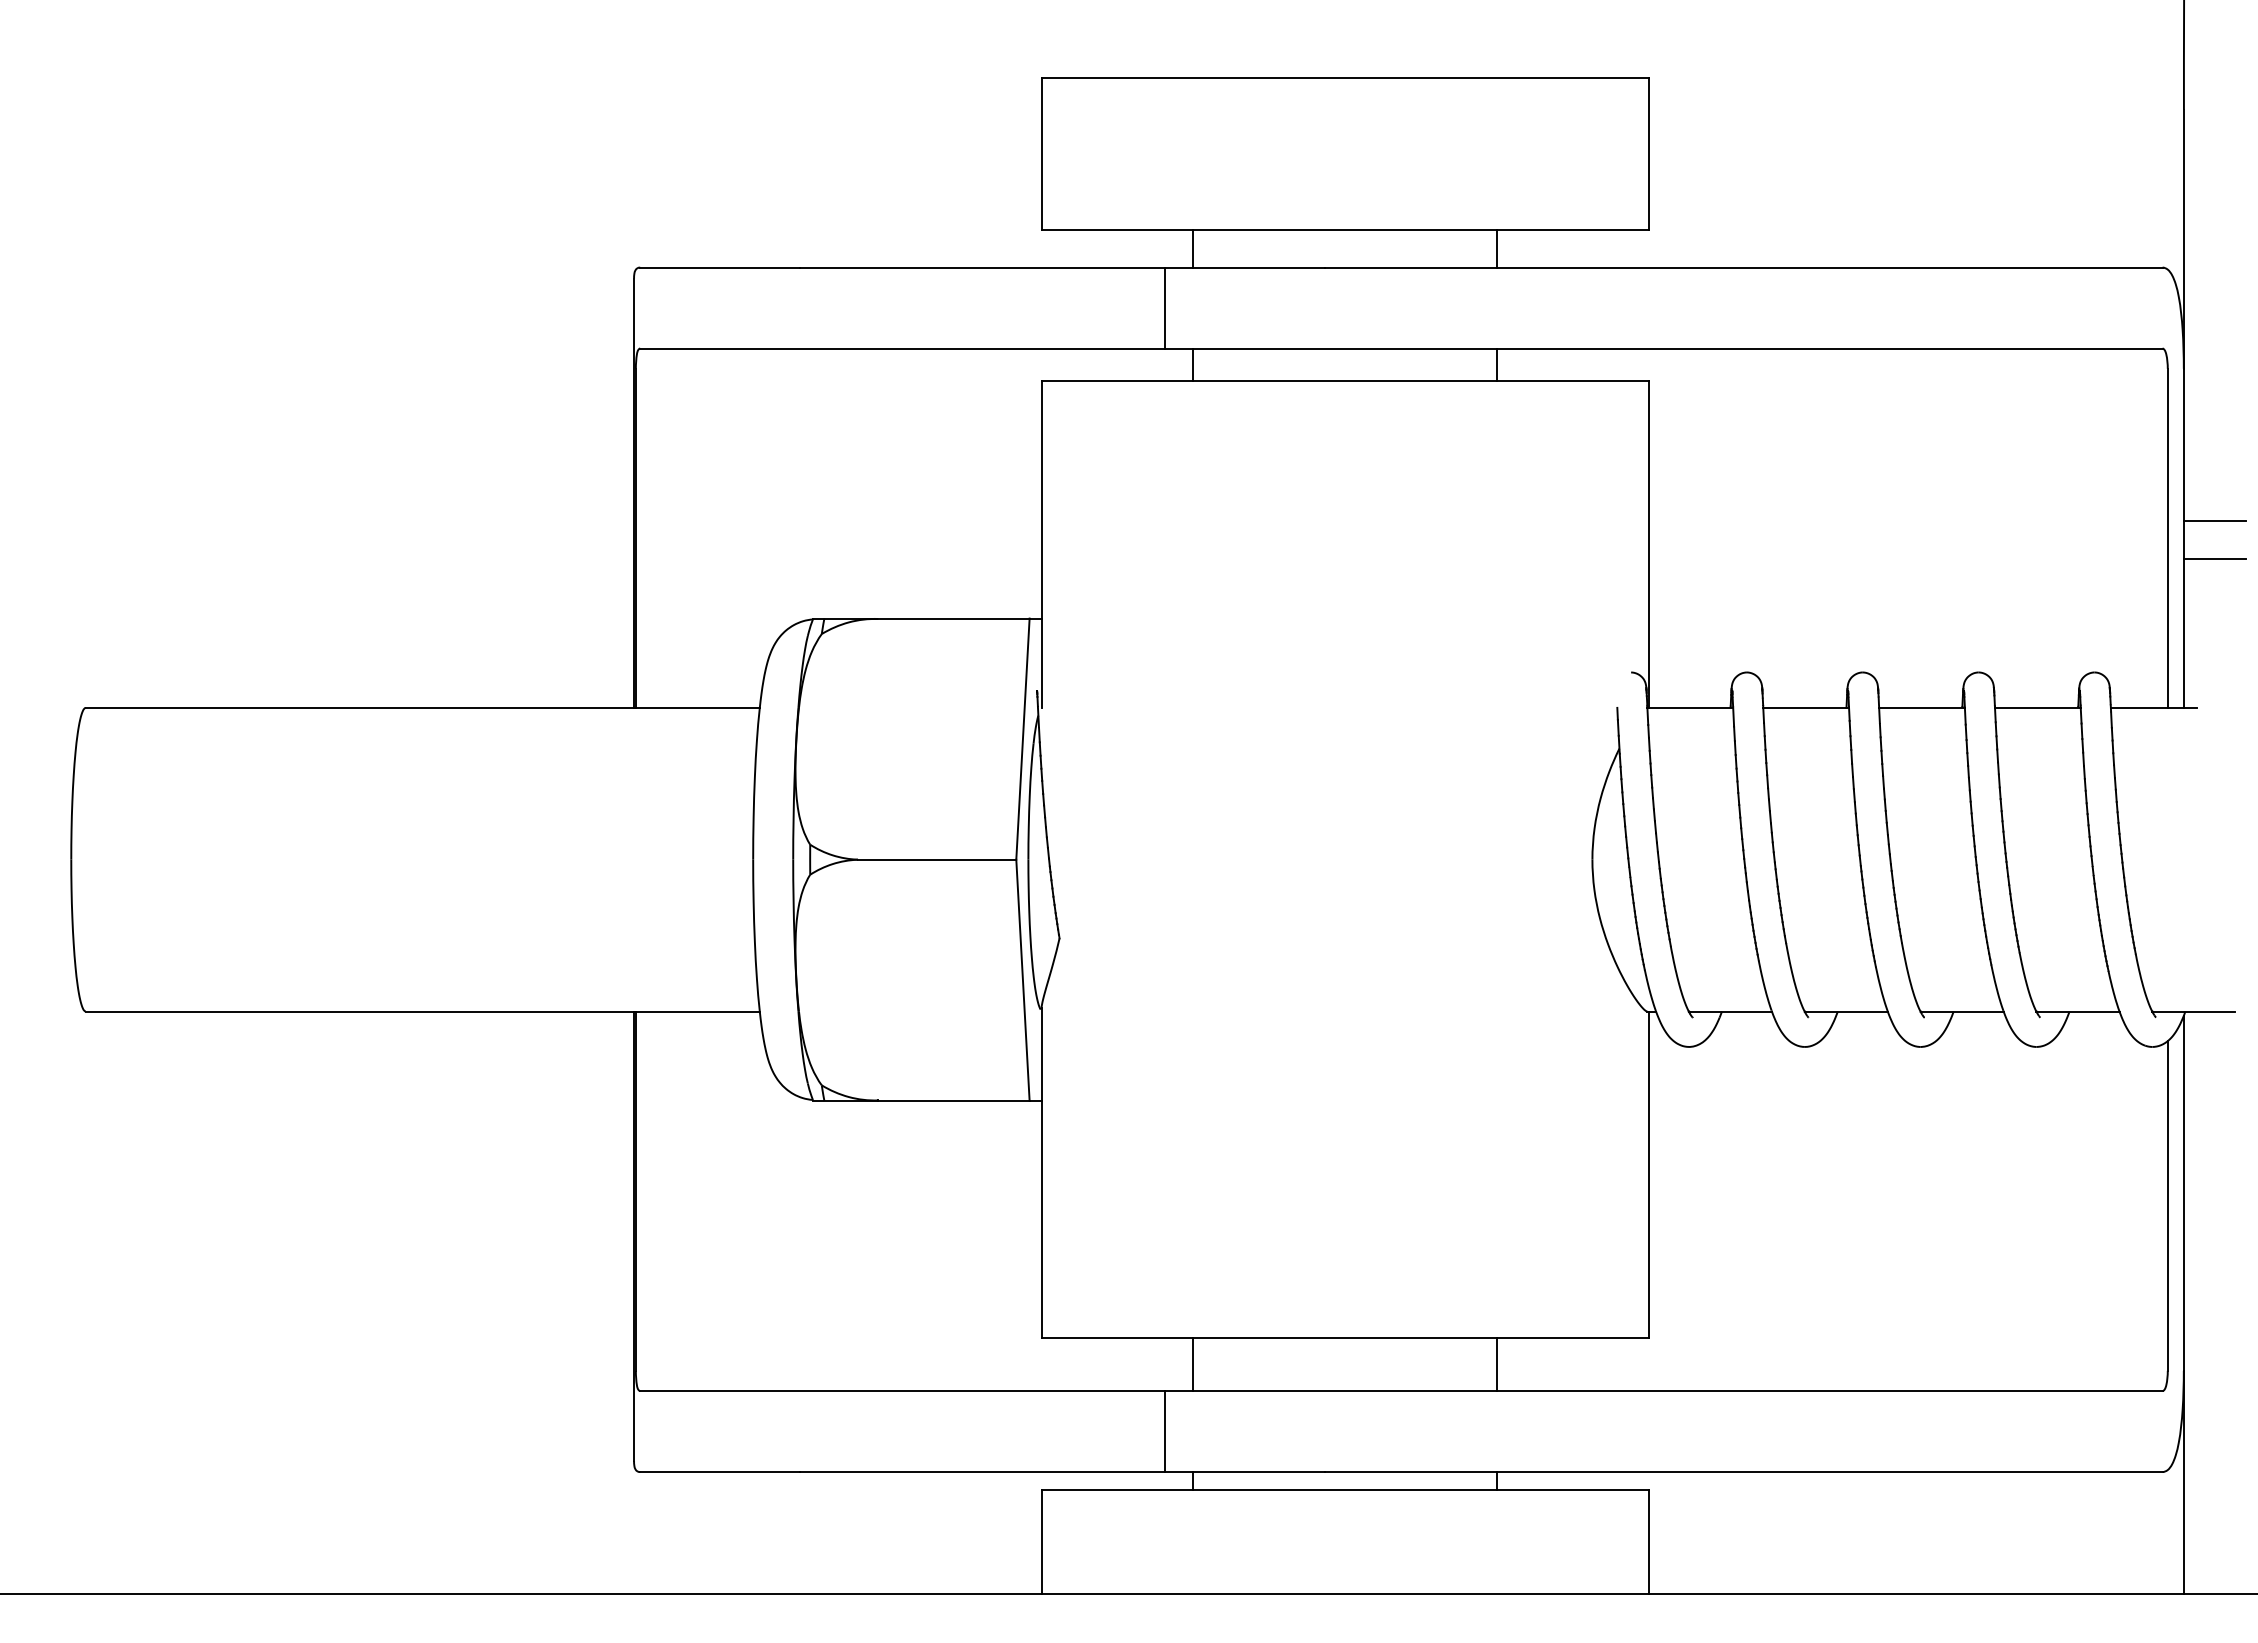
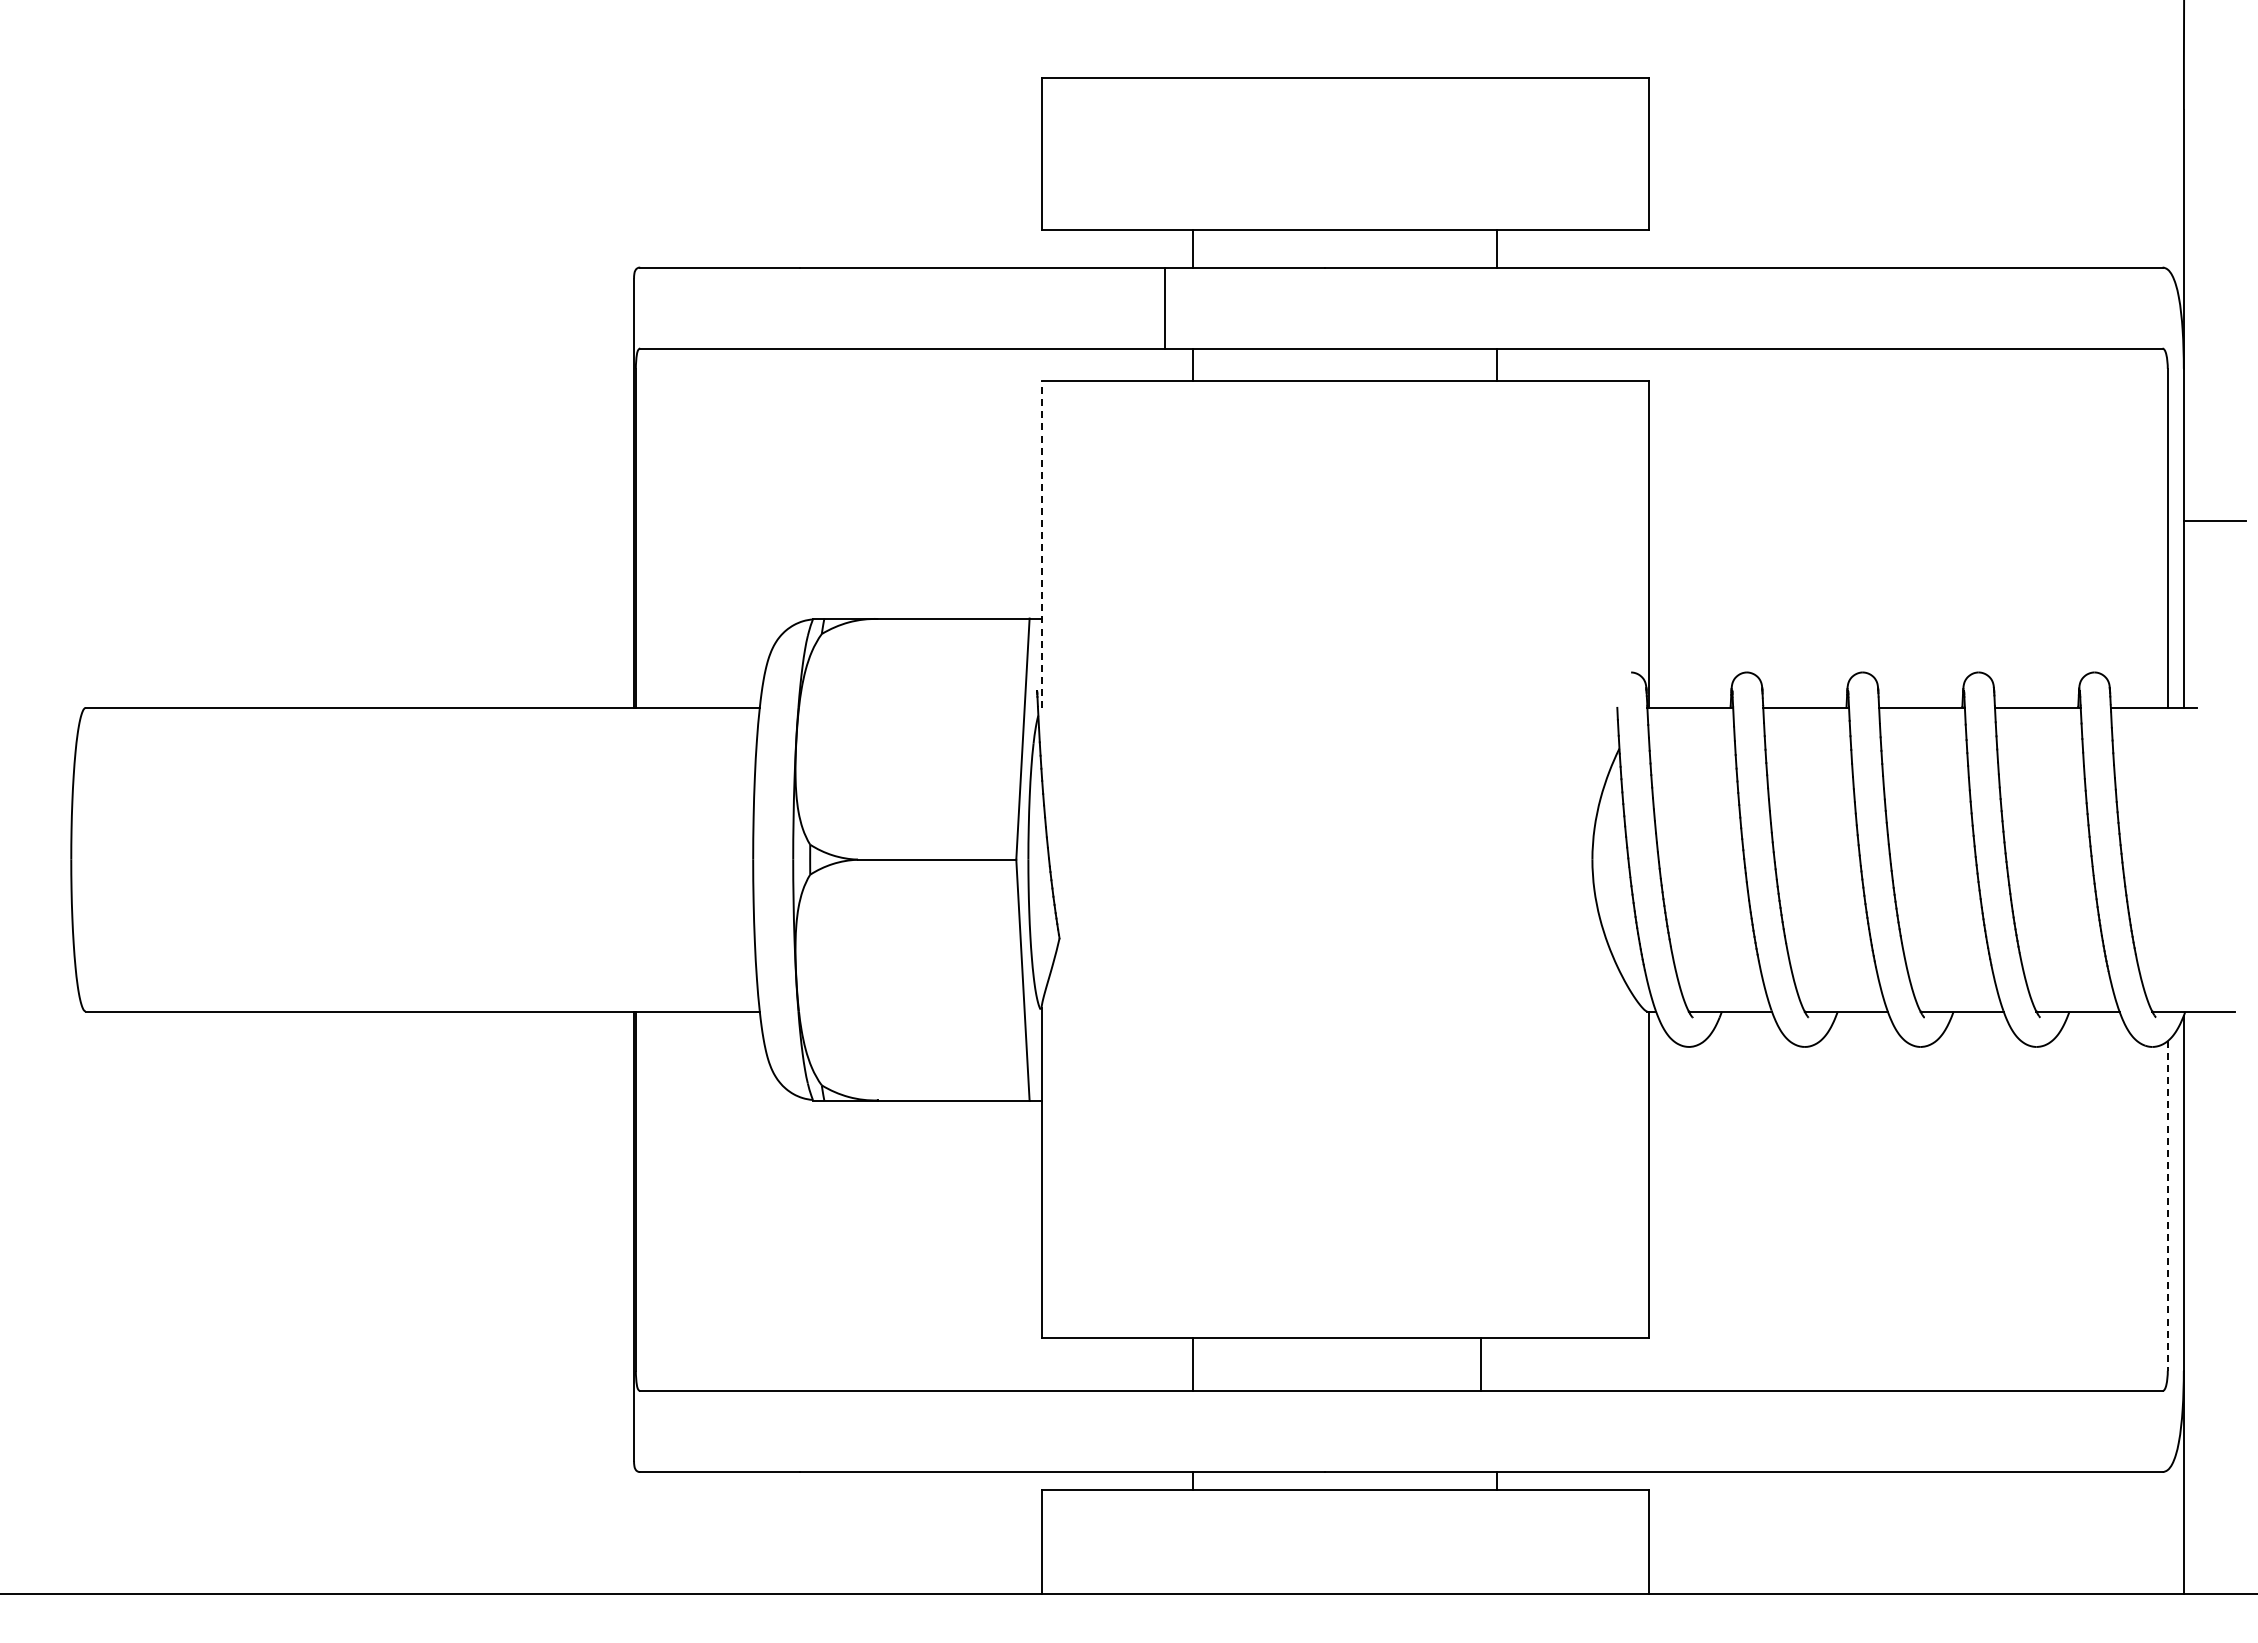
line at (1041, 544): solid -> dashed
line at (2214, 558): present -> none
line at (2167, 1205): solid -> dashed
line at (1497, 1364) position: (1497, 1364) -> (1481, 1364)
line at (1165, 1431): present -> none
